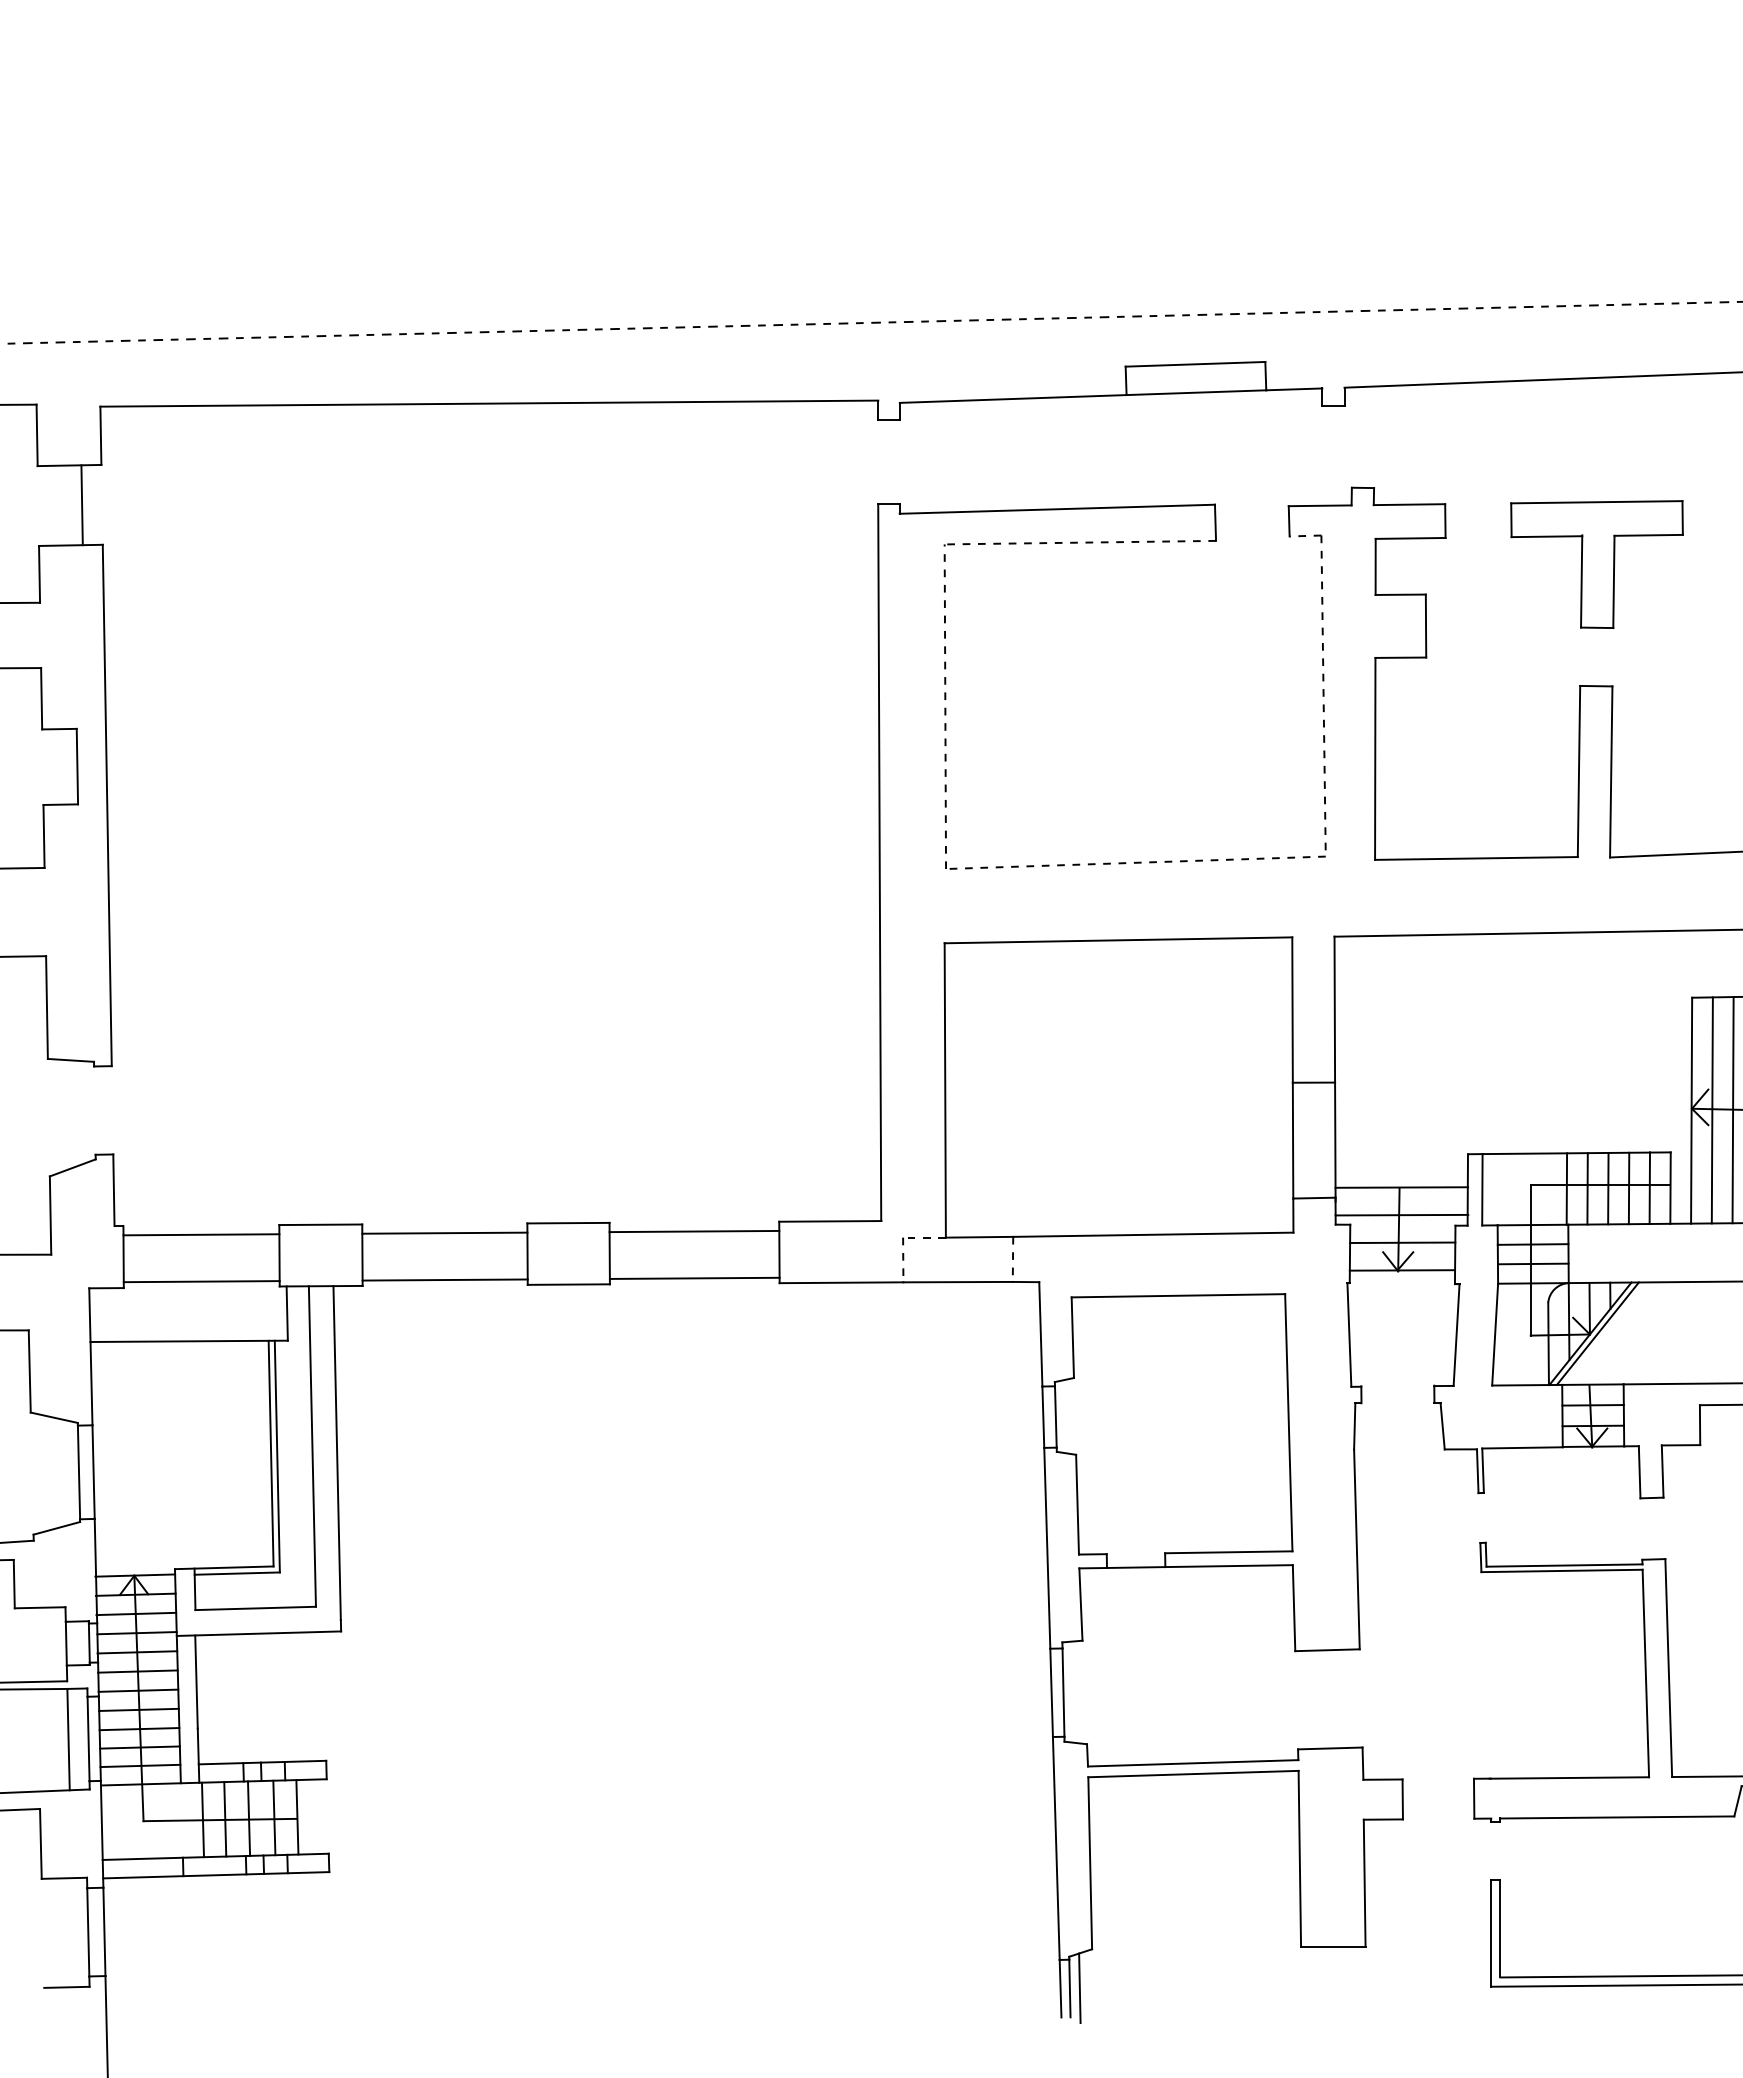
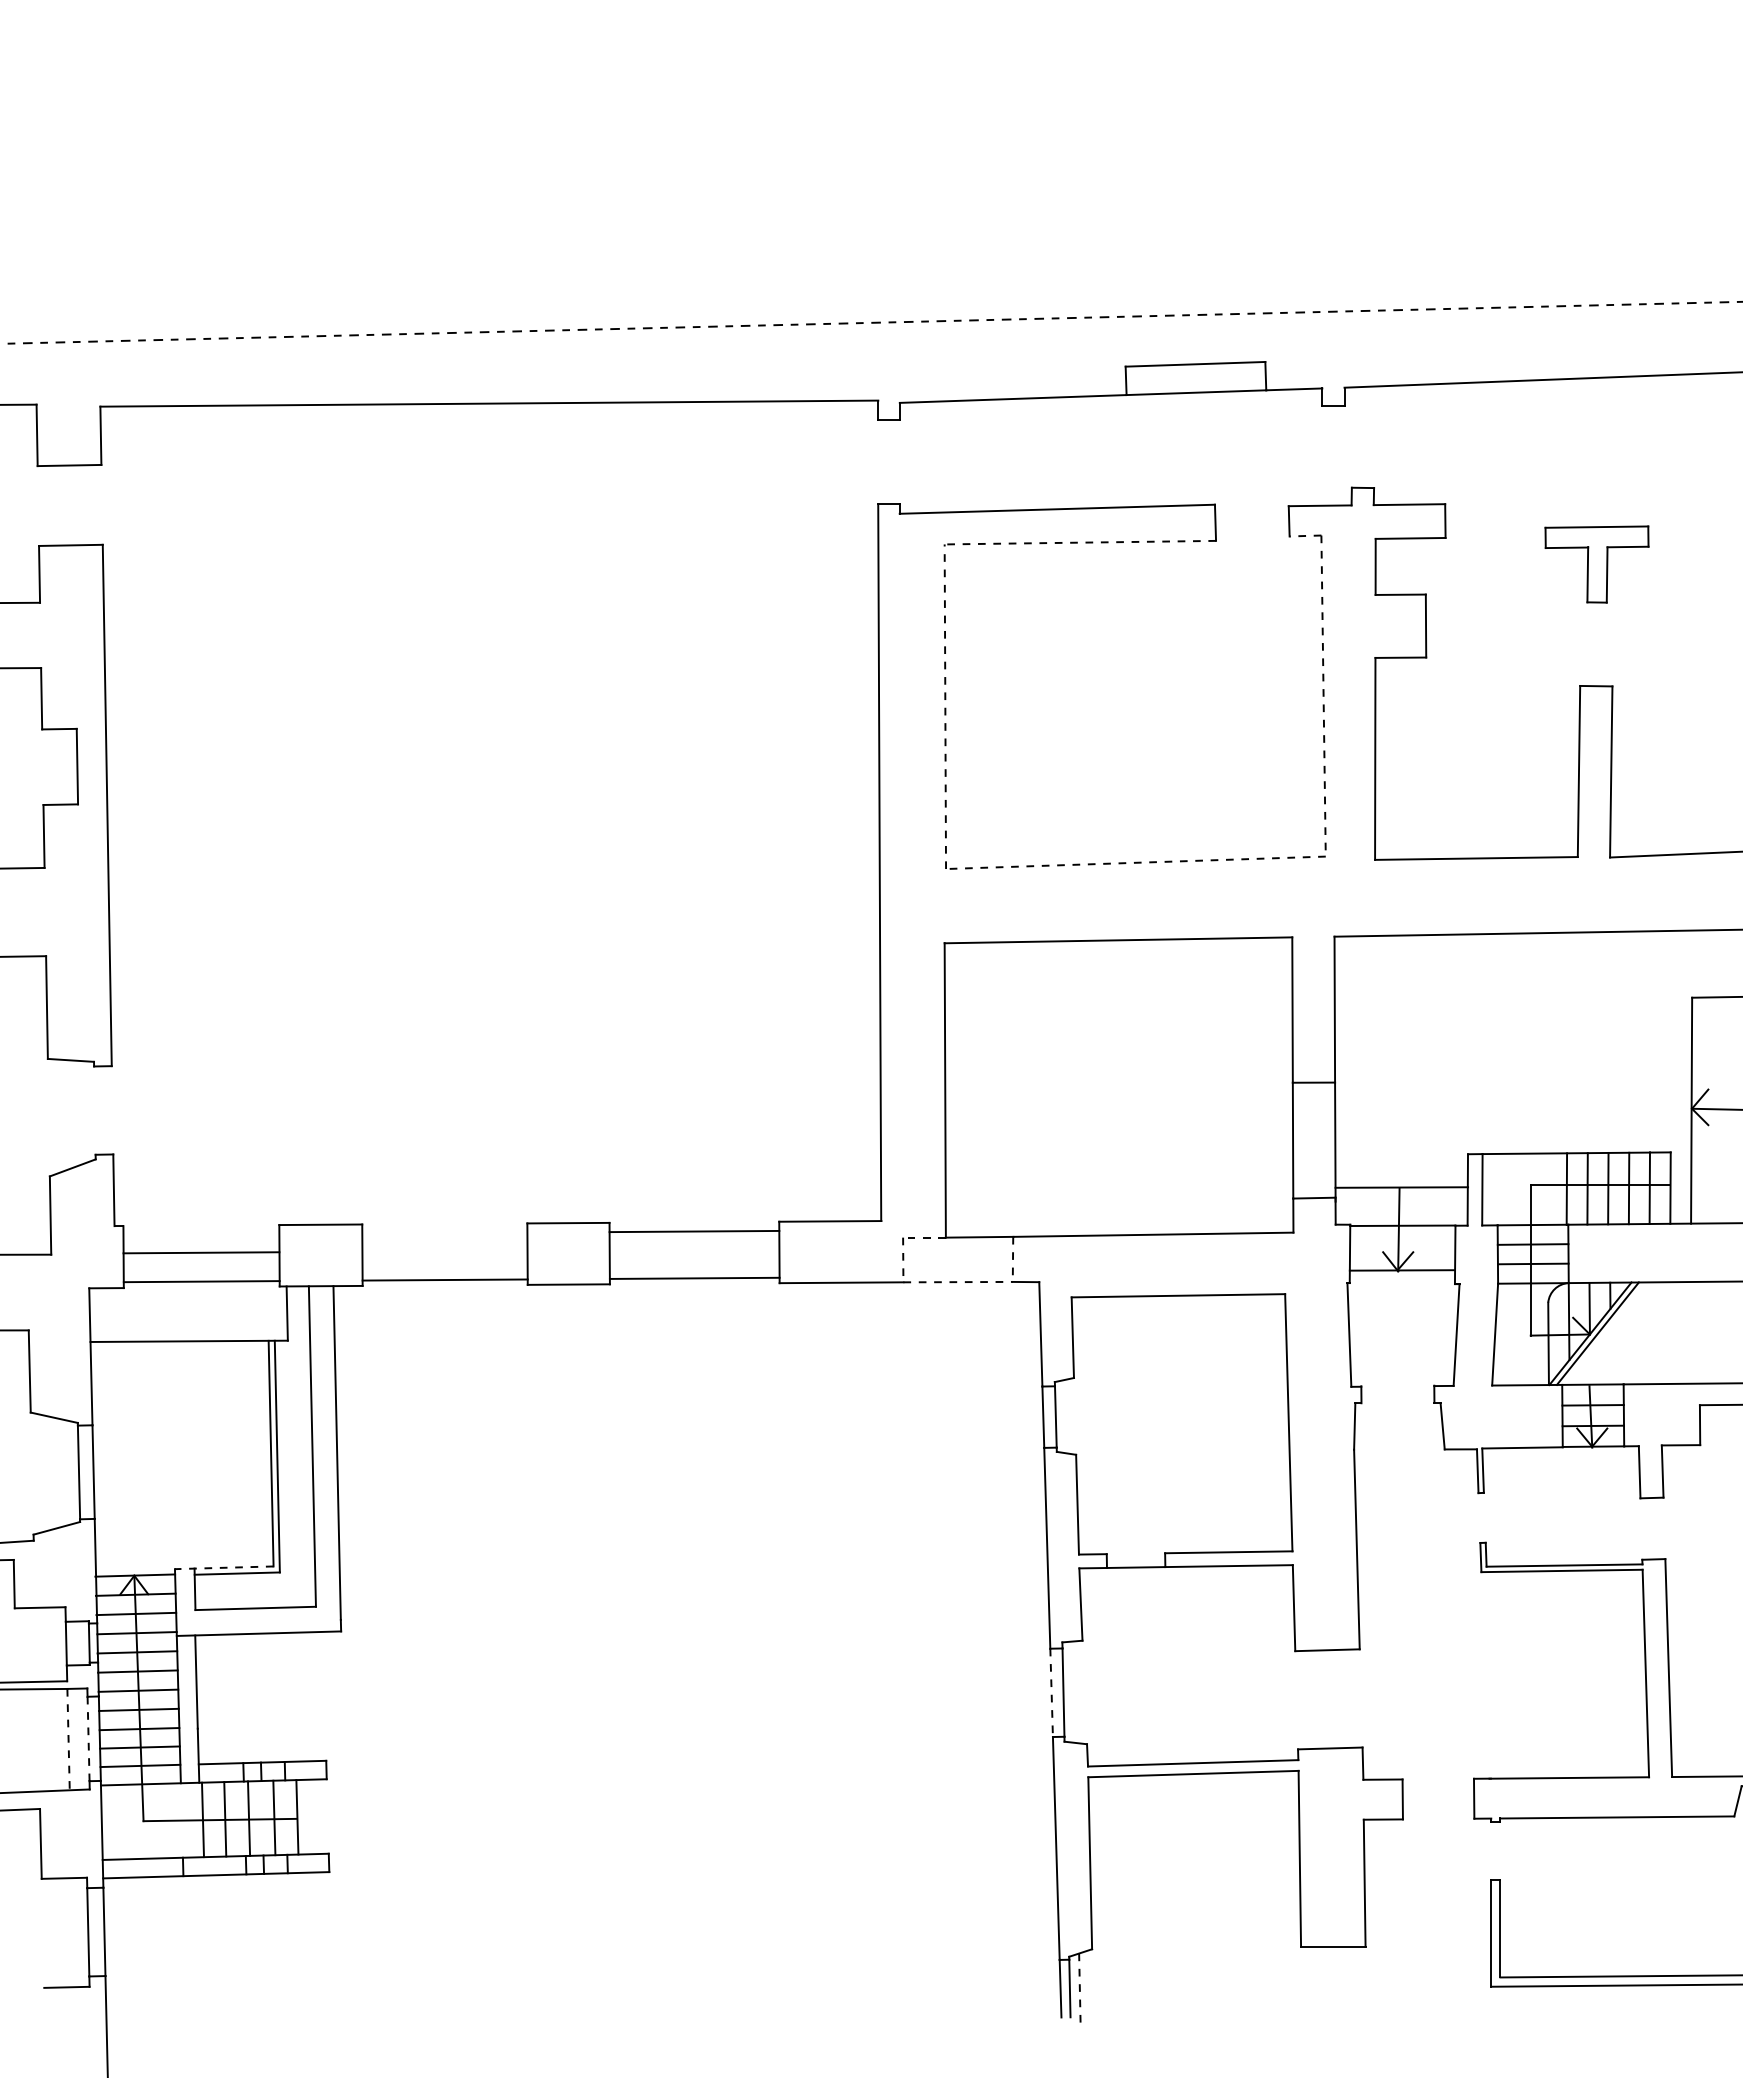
line at (81, 505): present -> none
part at (1596, 564) size: 174x129 px -> 106x79 px
line at (1711, 1110): present -> none
line at (1732, 1110): present -> none
line at (1401, 1214): present -> none
line at (444, 1232): present -> none
line at (201, 1234) position: (201, 1234) -> (201, 1252)
line at (1402, 1242) position: (1402, 1242) -> (1402, 1225)
line at (958, 1282): solid -> dashed
line at (223, 1567): solid -> dashed
line at (1051, 1693): solid -> dashed
line at (68, 1739): solid -> dashed
line at (88, 1739): solid -> dashed
line at (1079, 1988): solid -> dashed
